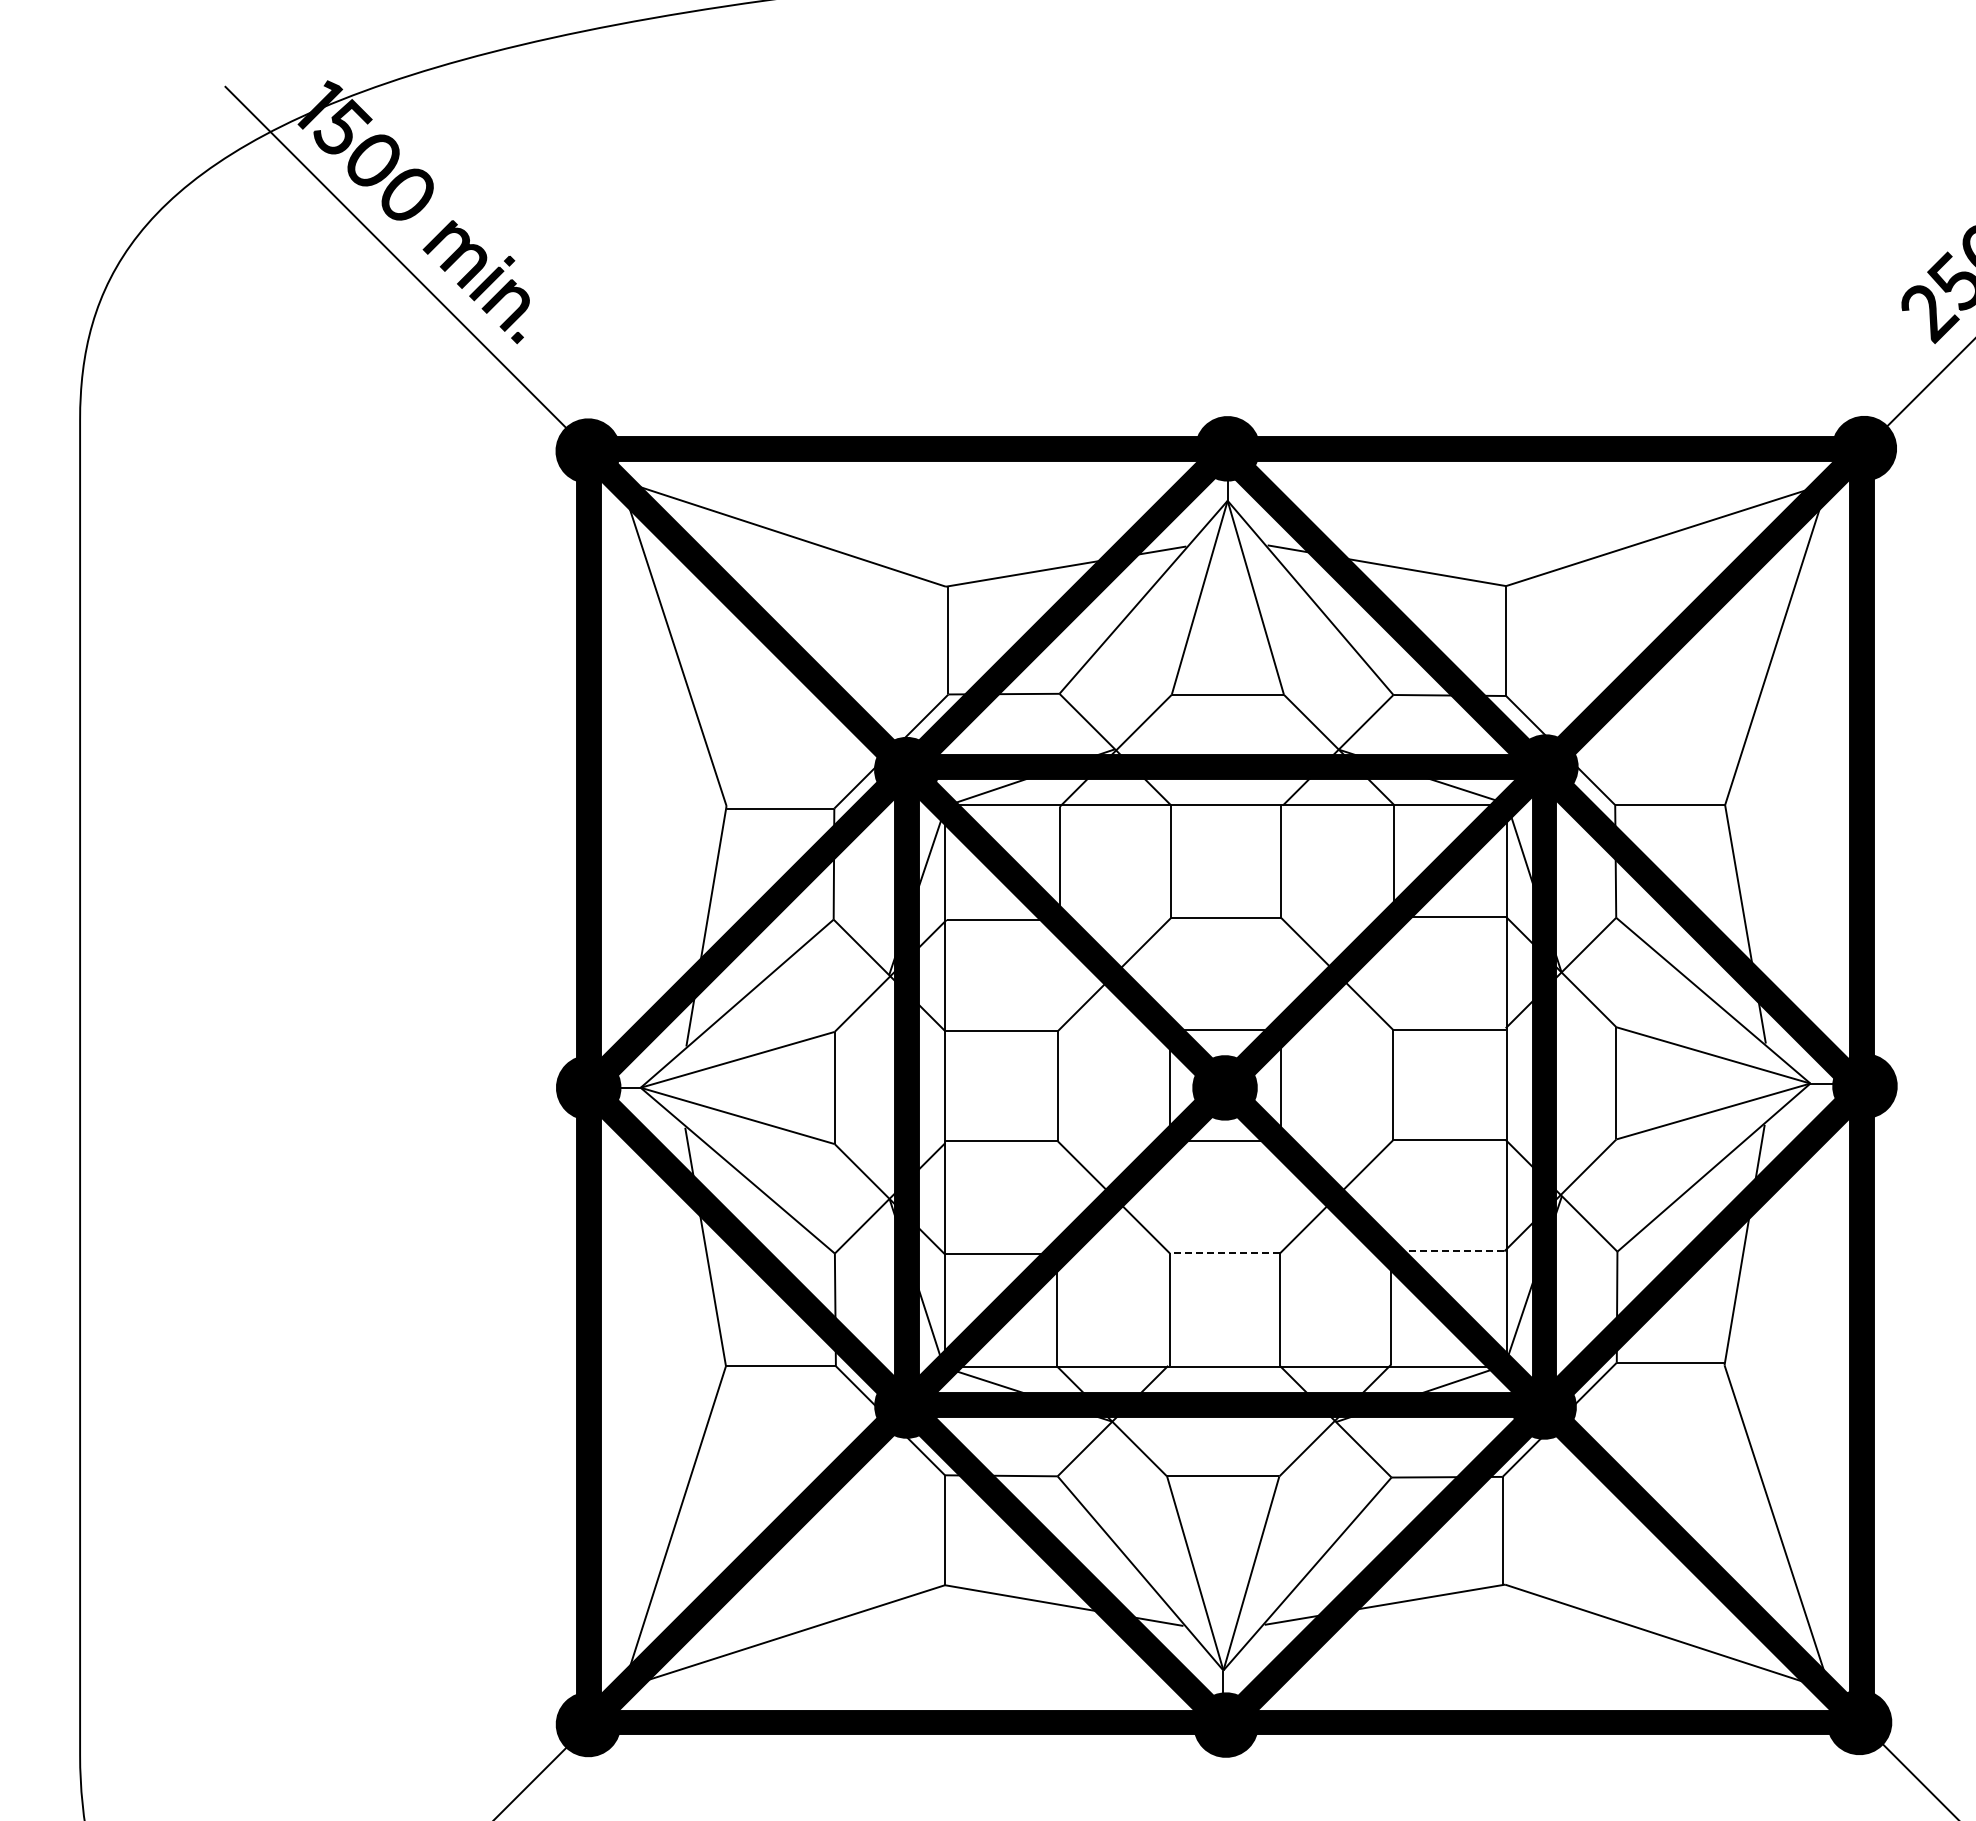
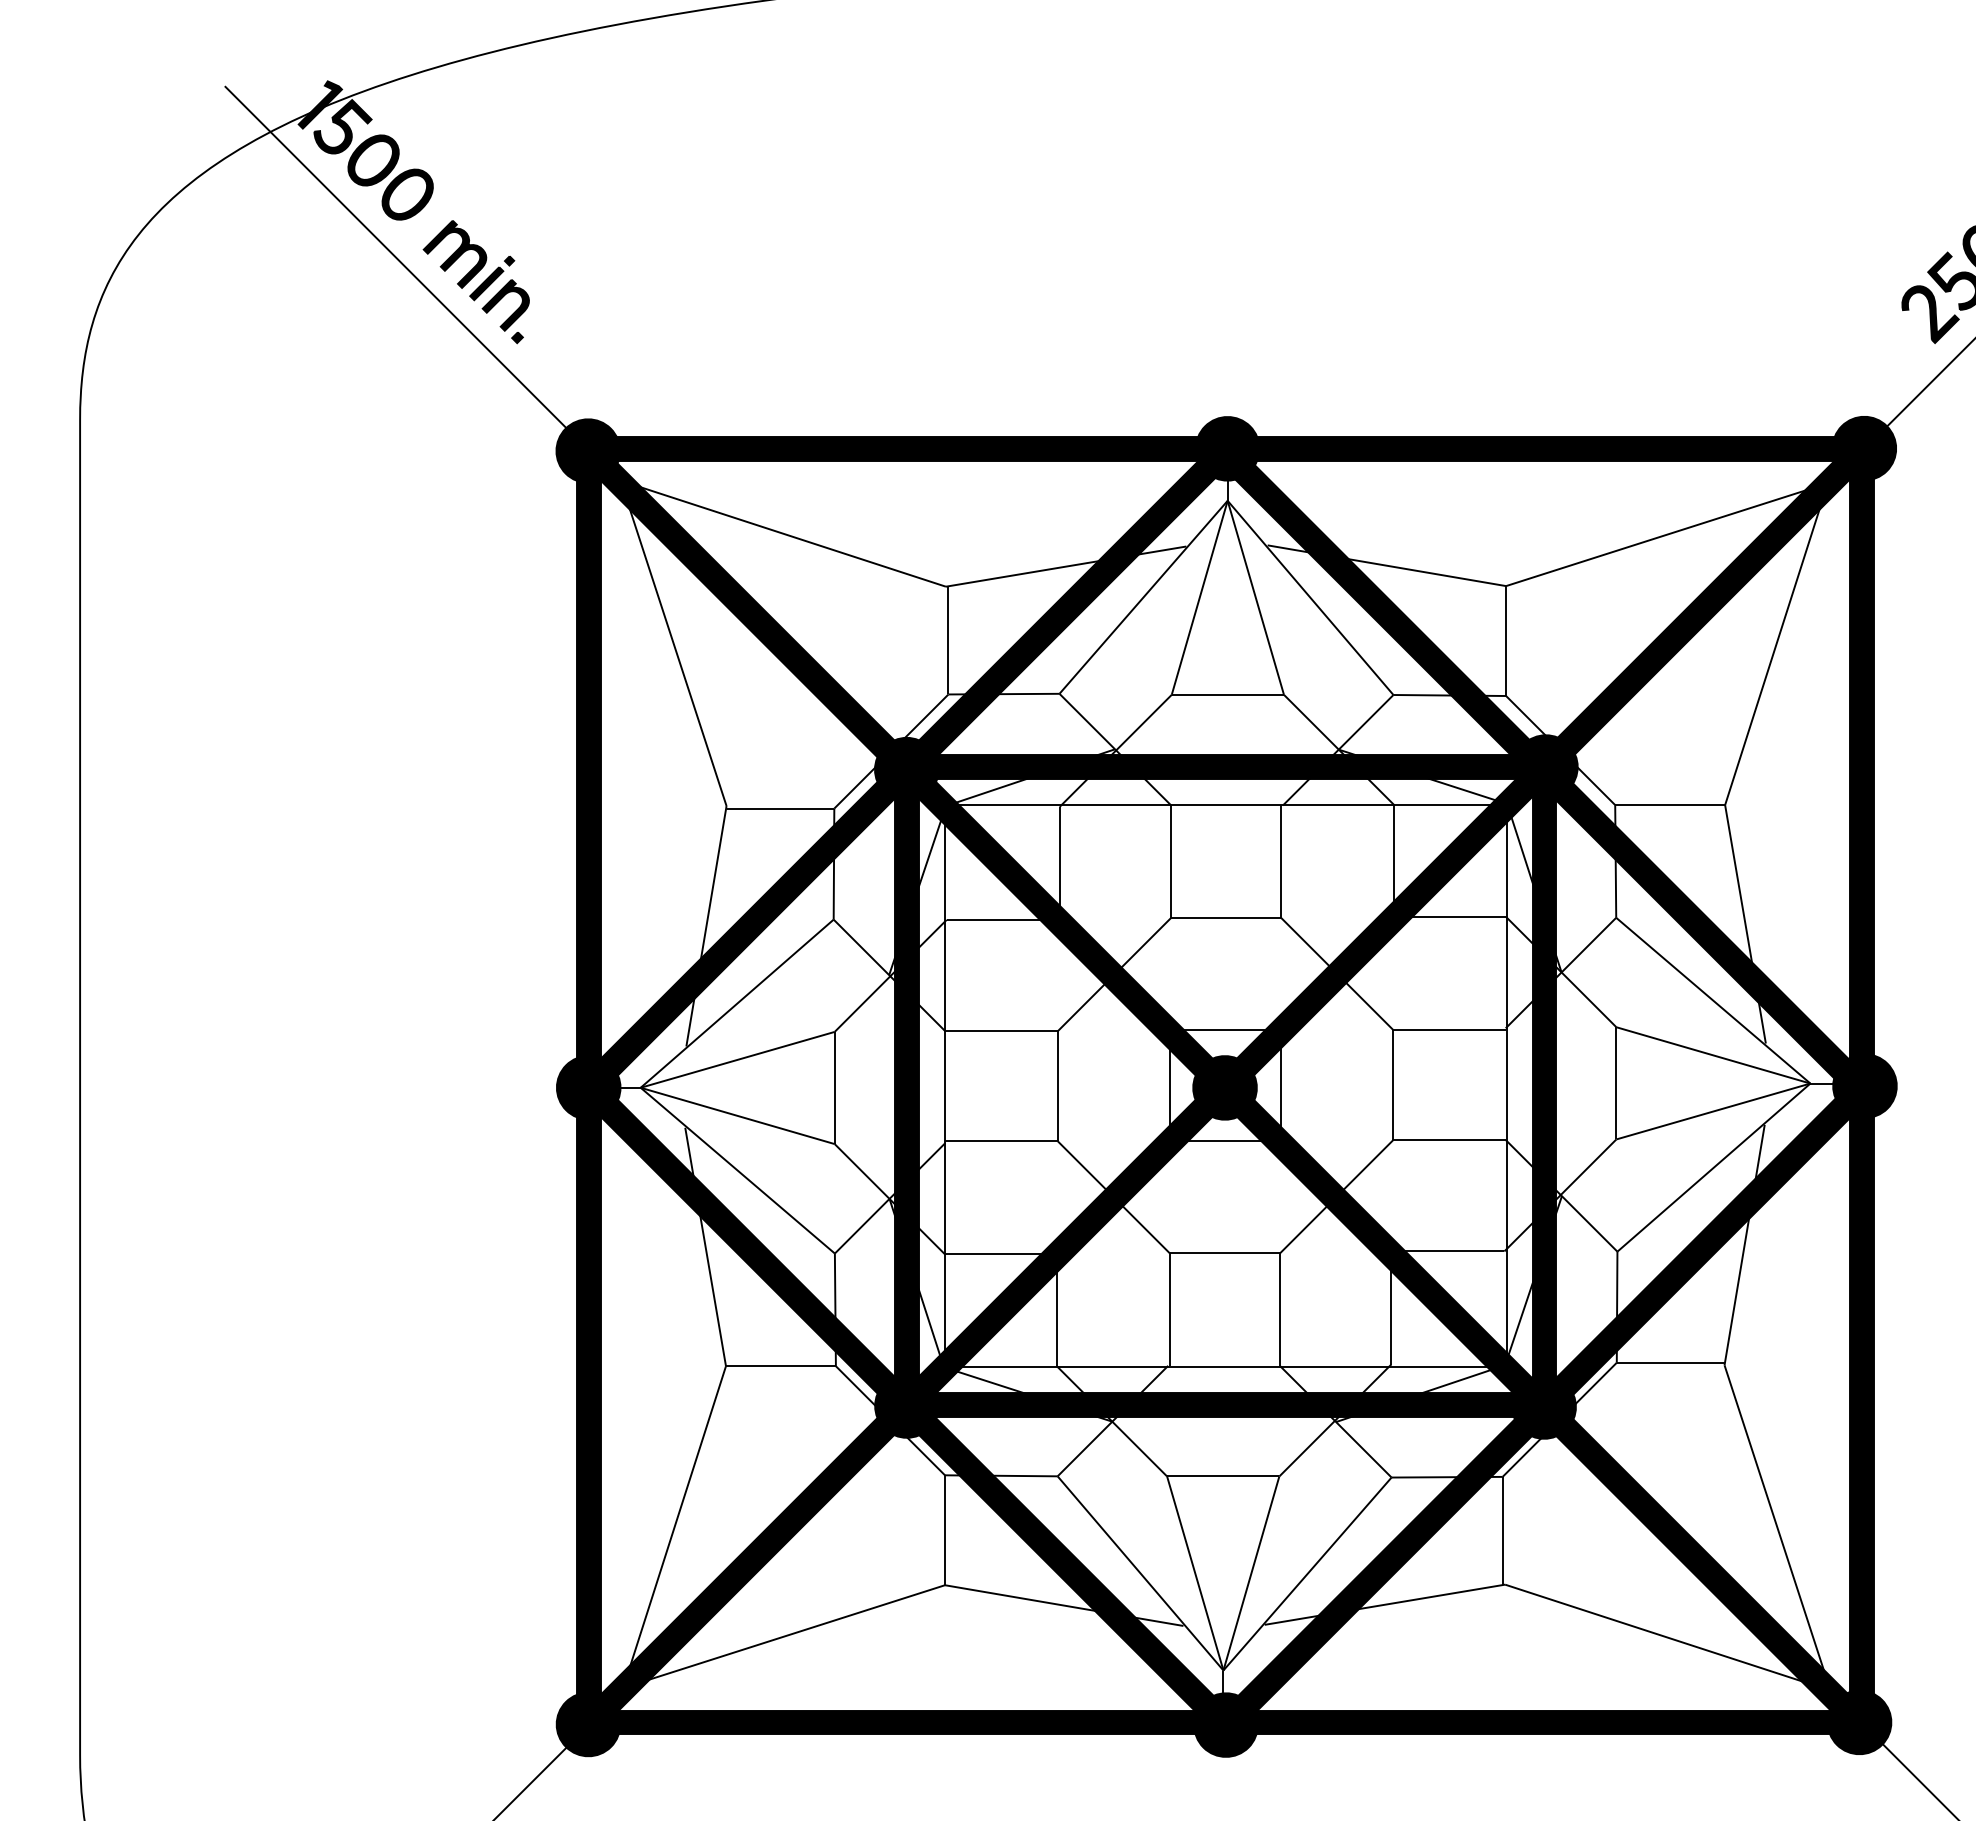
line at (1451, 1251): dashed -> solid
line at (1224, 1253): dashed -> solid
